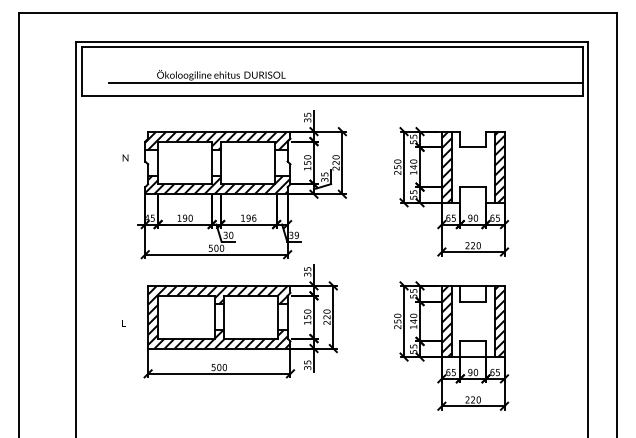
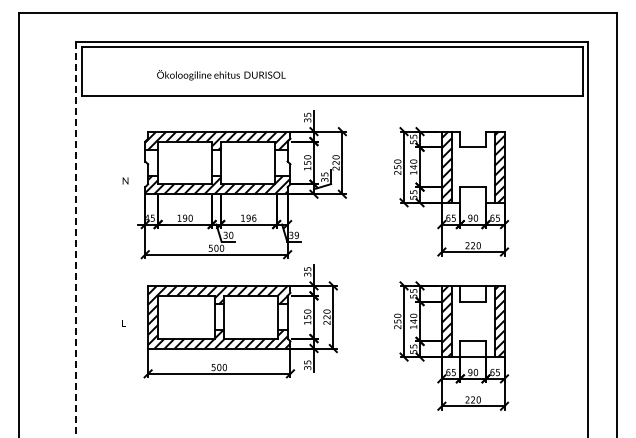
line at (345, 83): present -> none
text at (125, 157) position: (125, 157) -> (125, 180)
line at (76, 239): solid -> dashed
